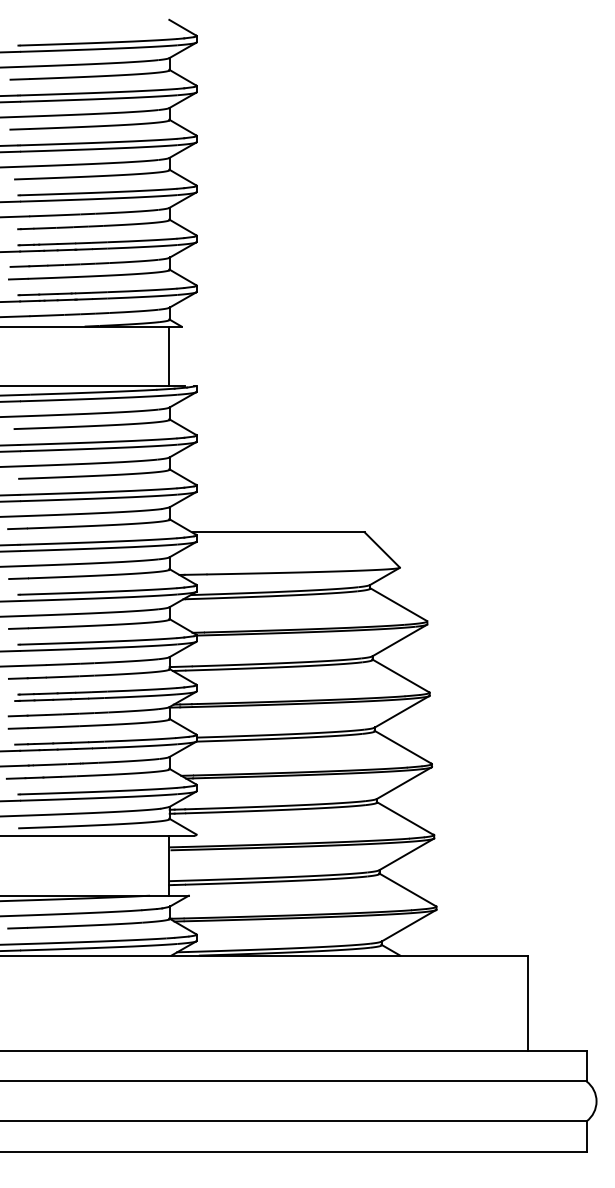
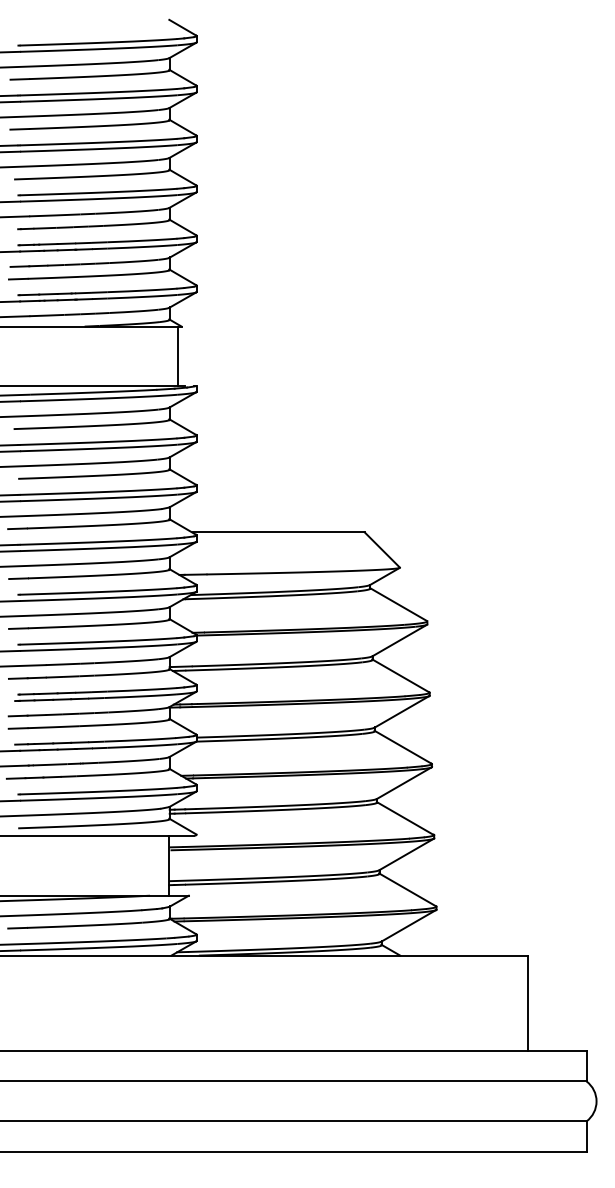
line at (169, 356) position: (169, 356) -> (178, 356)
